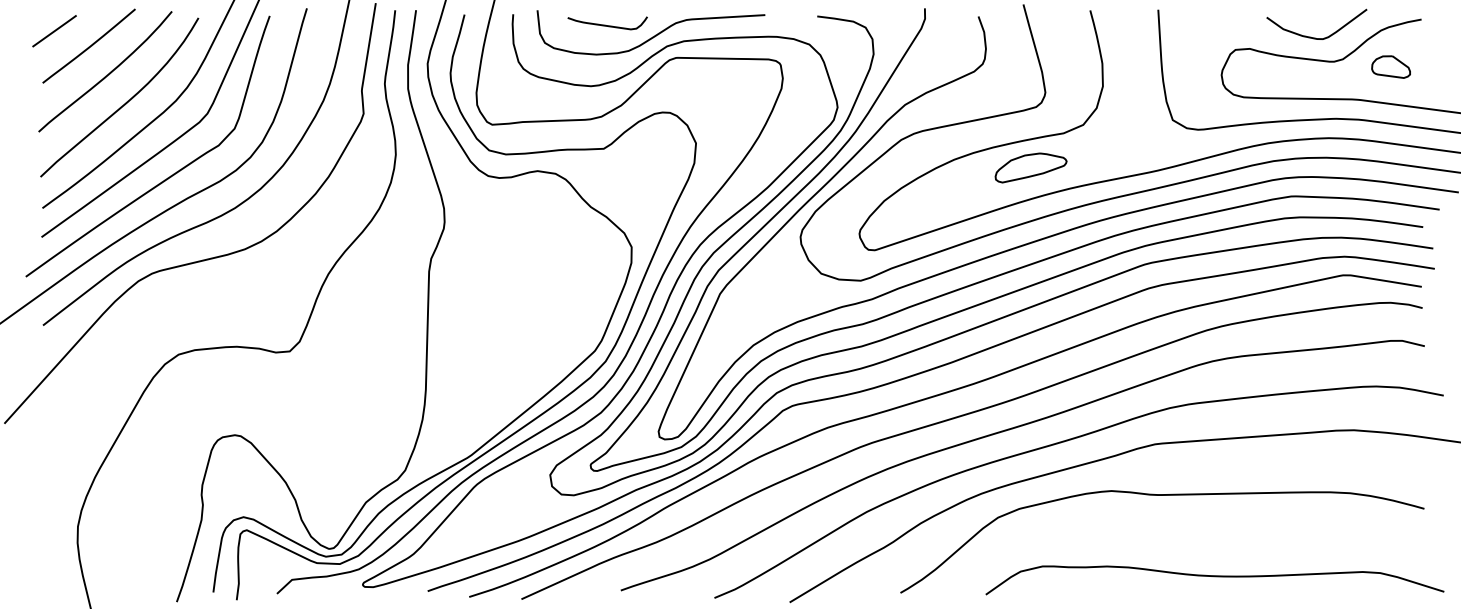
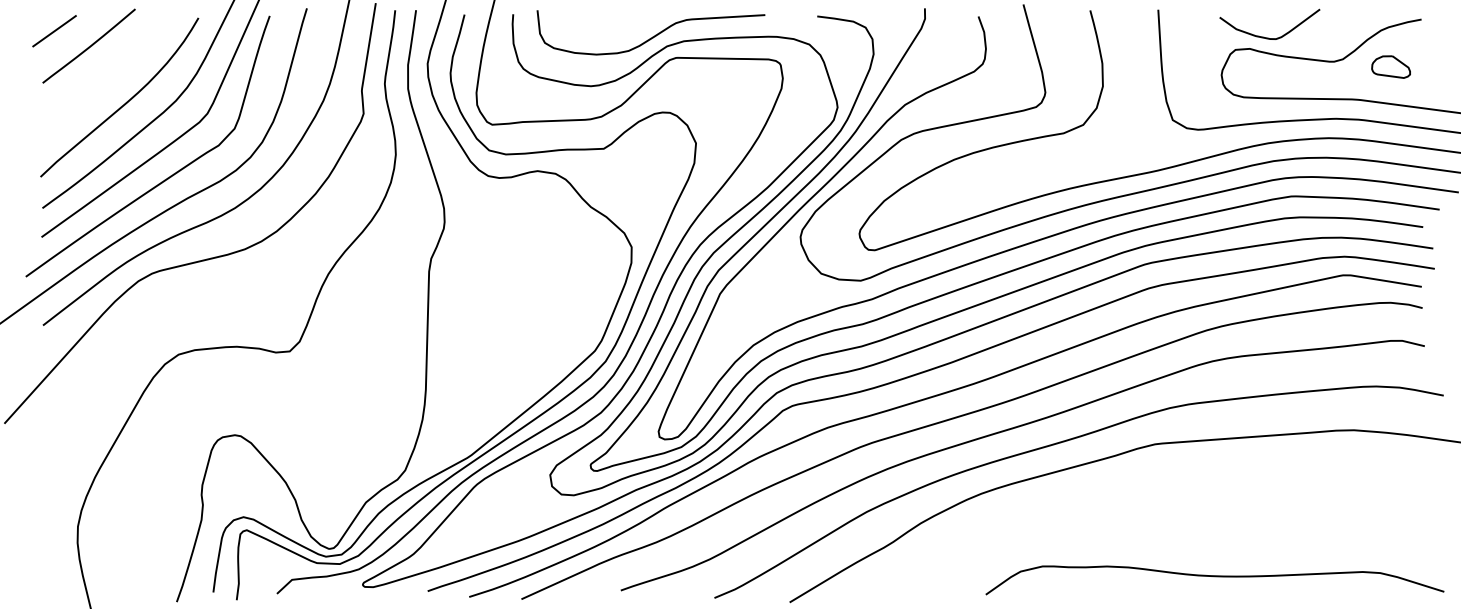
curve at (607, 25): present -> none
curve at (1315, 37) position: (1315, 37) -> (1268, 37)
curve at (108, 73): present -> none
part at (1030, 167): present -> none
curve at (1162, 495): present -> none
